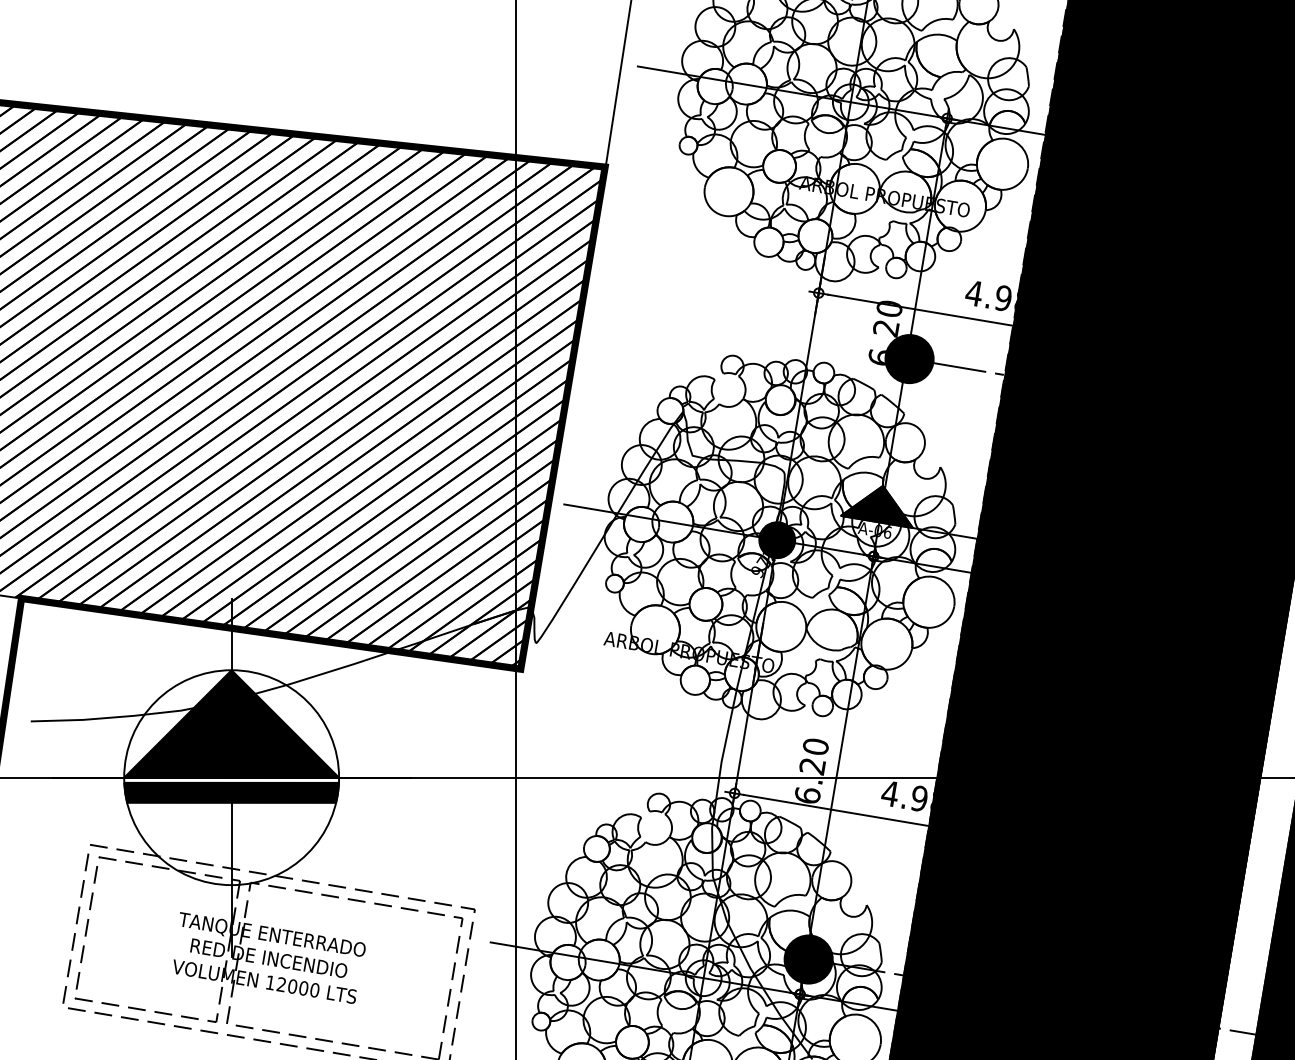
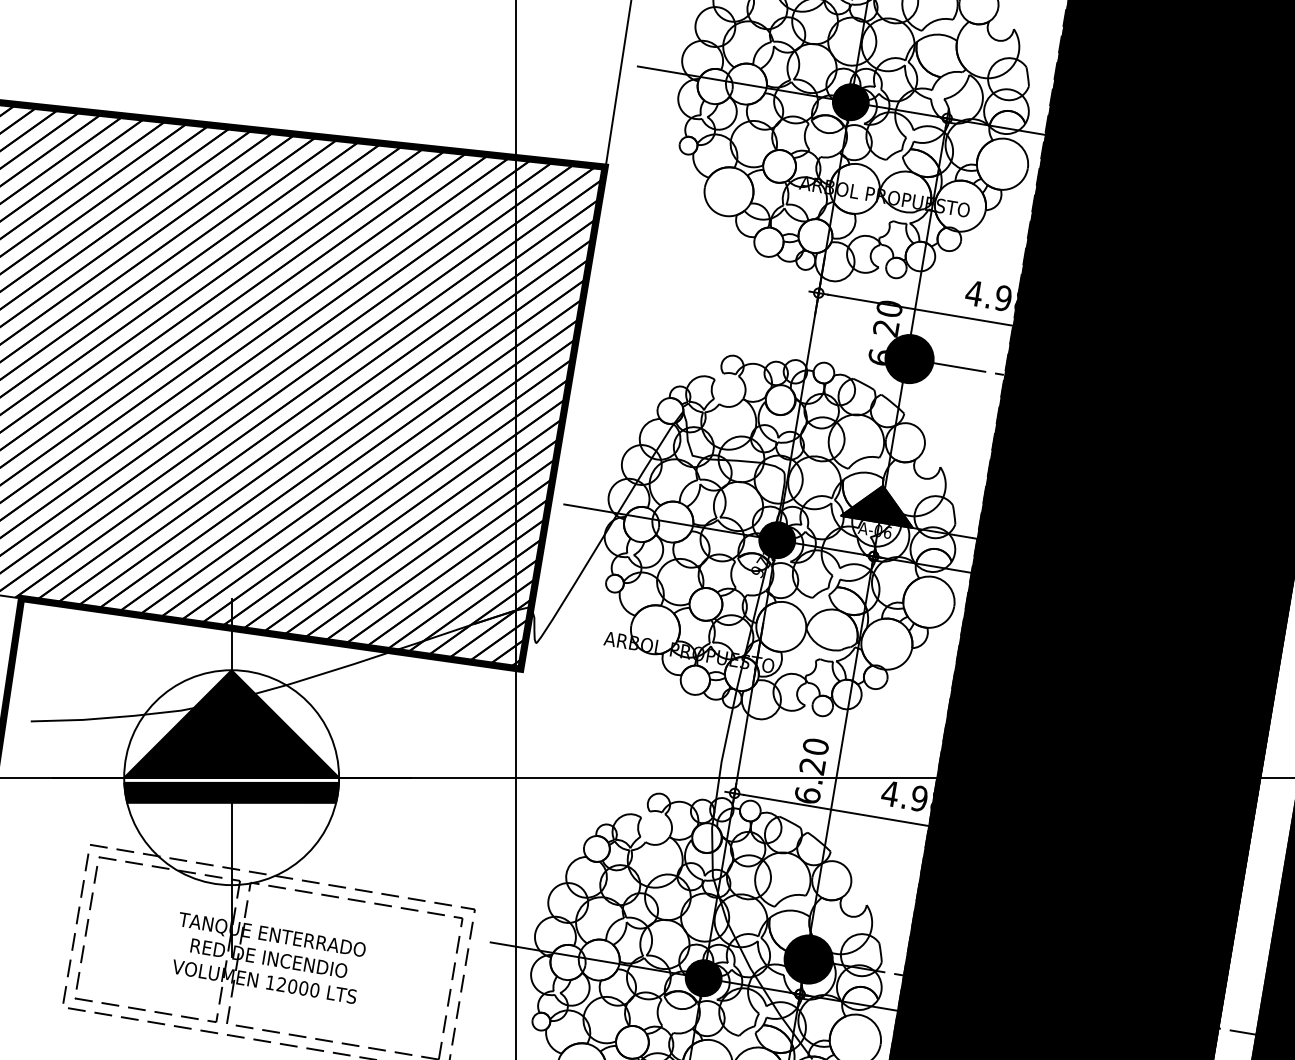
hatch at (850, 102): none -> present
hatch at (703, 978): none -> present
